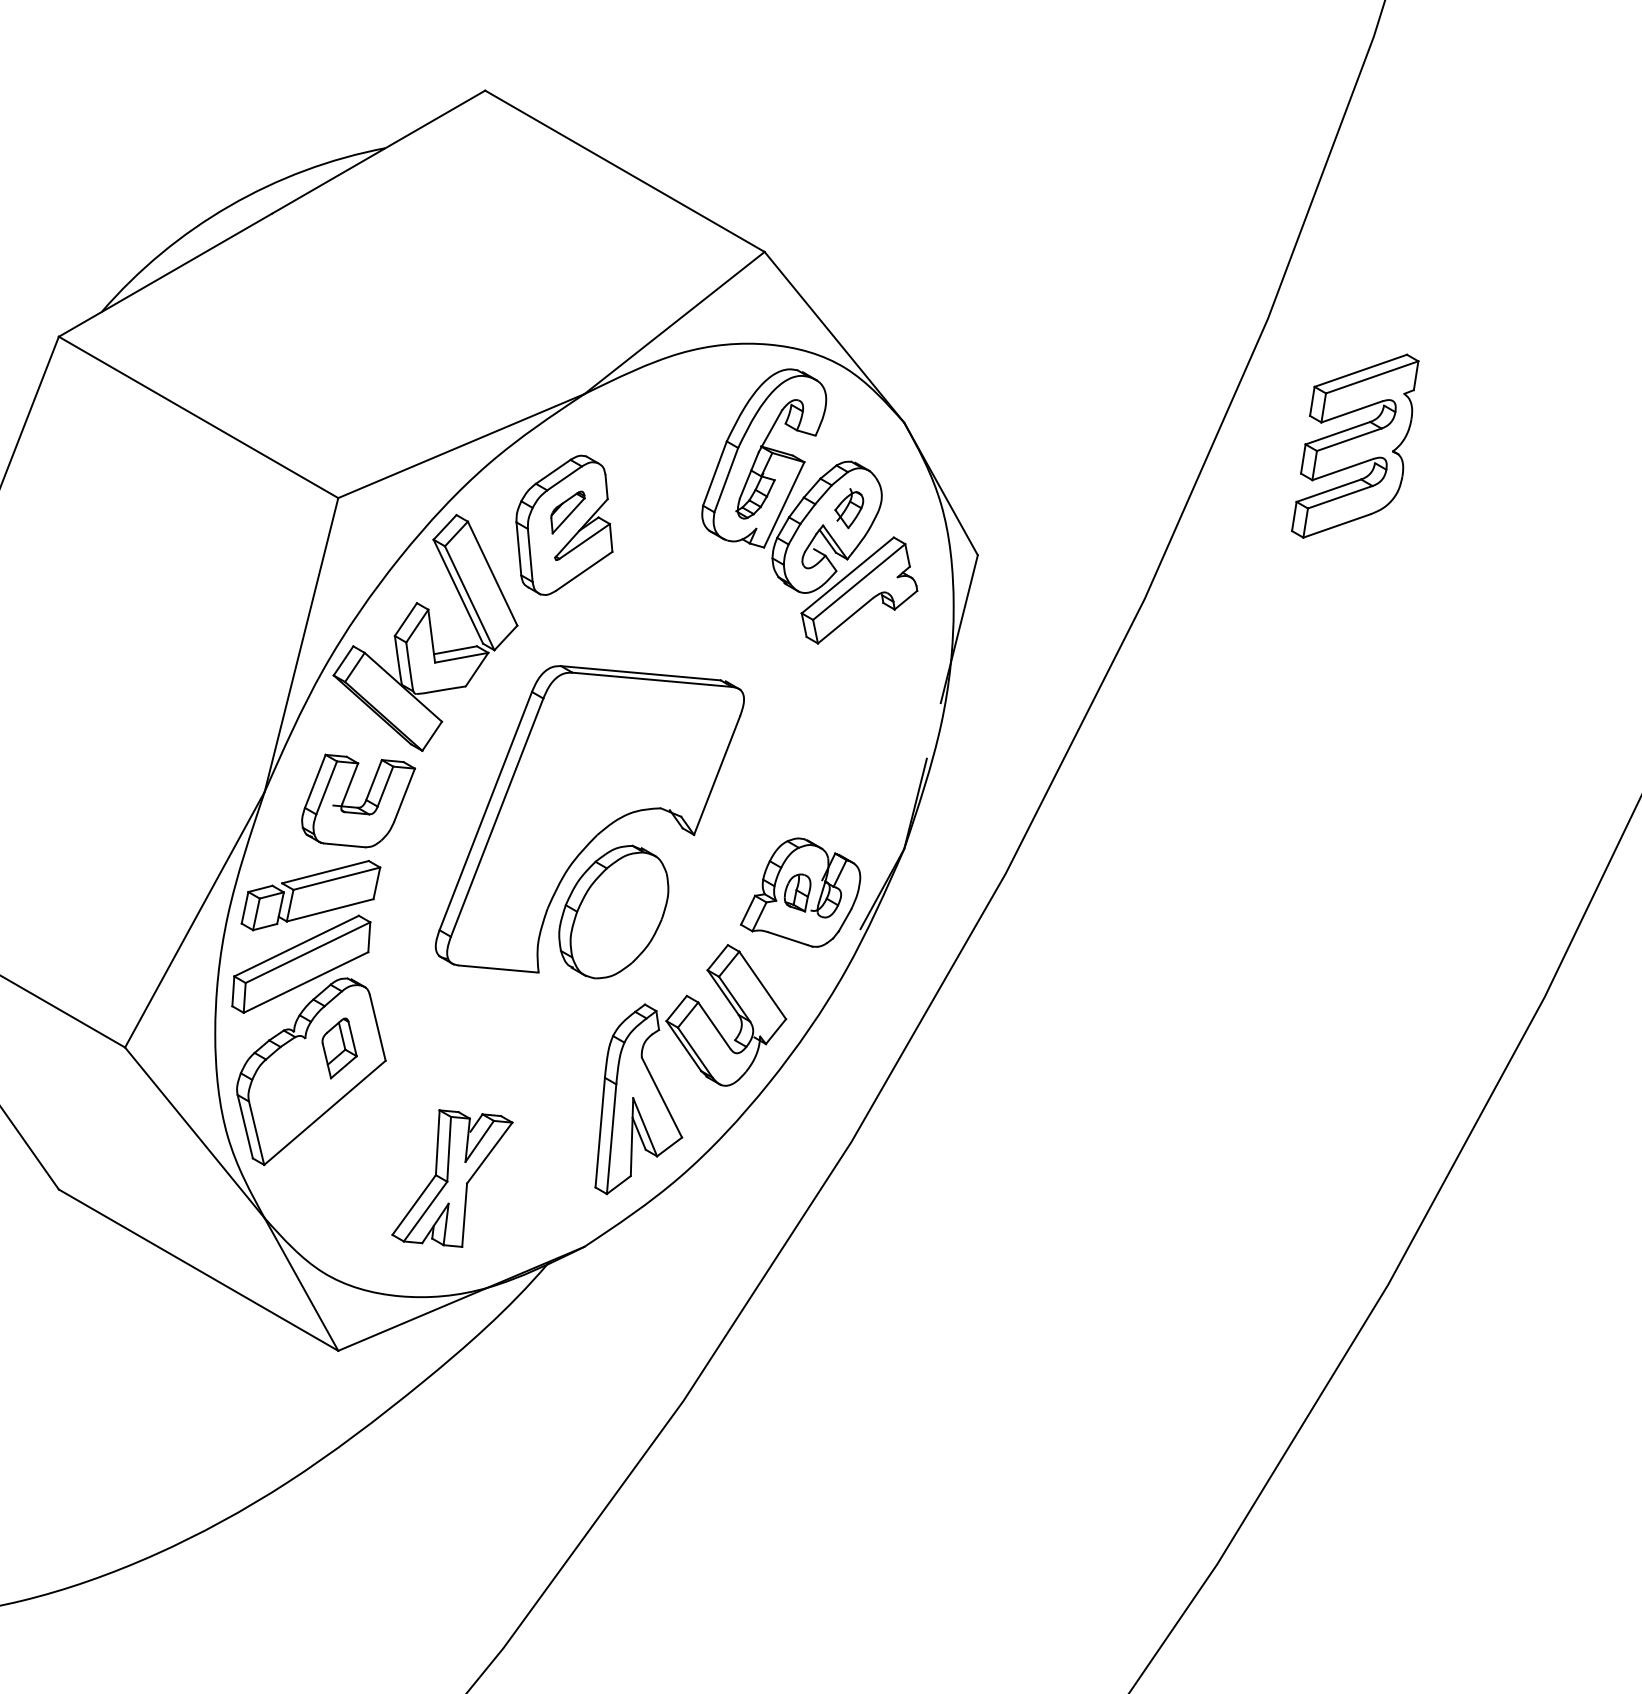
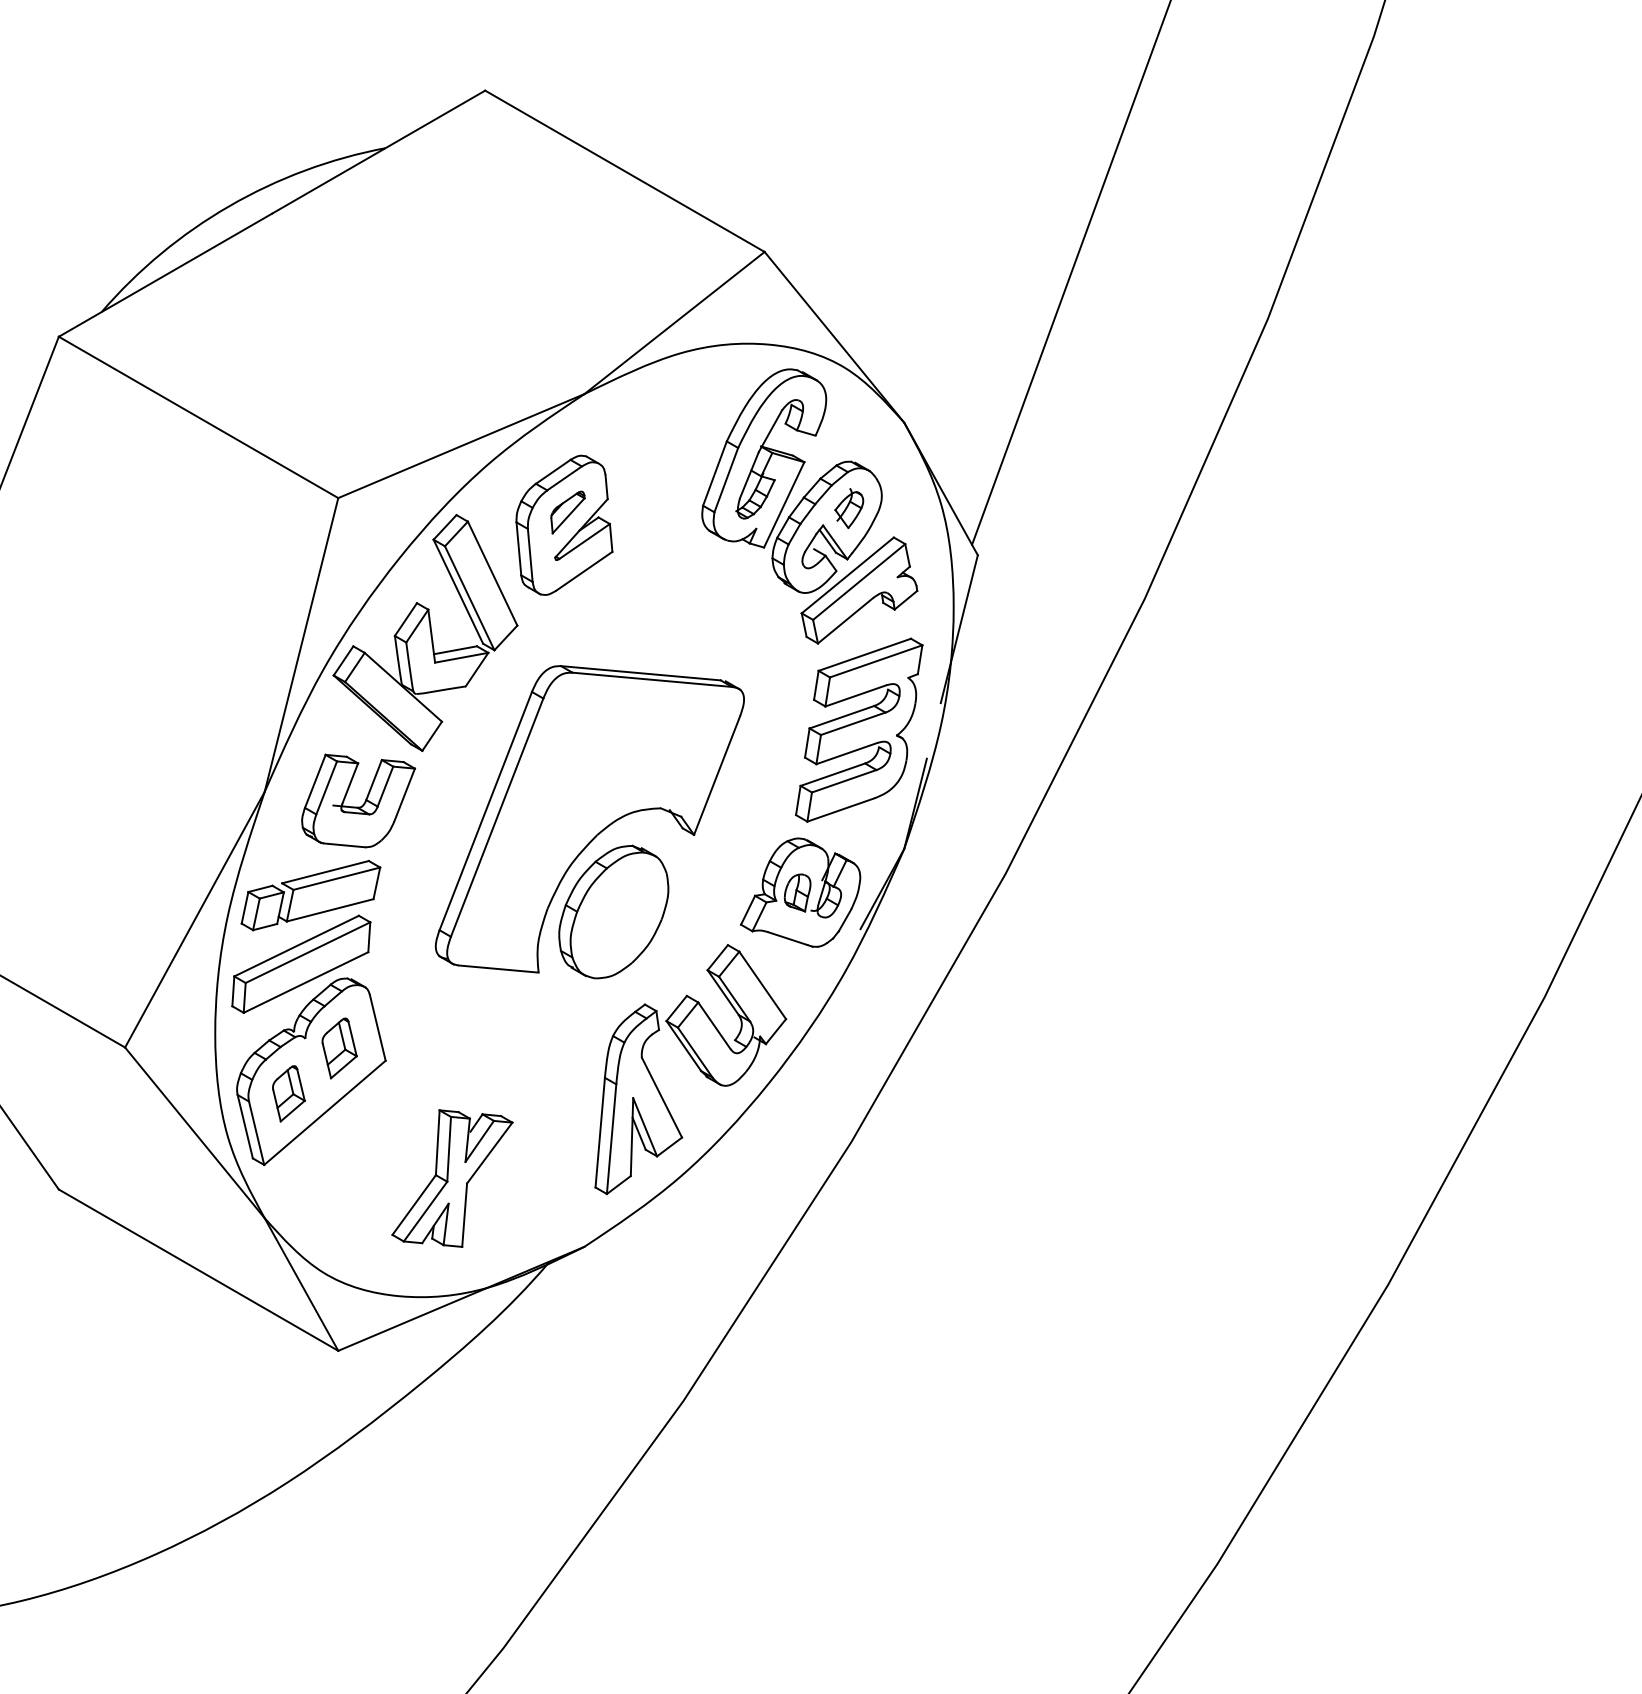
line at (1071, 273): none -> present
part at (1355, 445) position: (1355, 445) -> (859, 729)
part at (288, 1093): none -> present
